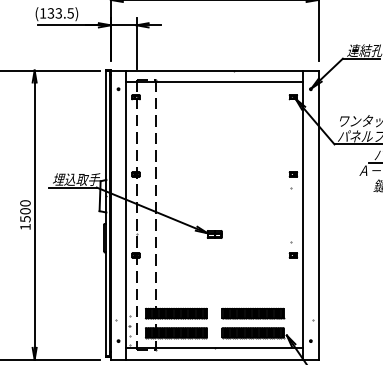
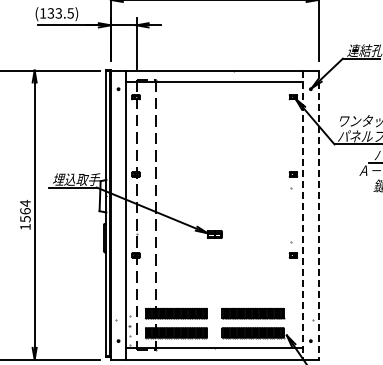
text at (25, 206): 1500 -> 1564
line at (303, 215): solid -> dashed
line at (318, 215): solid -> dashed
